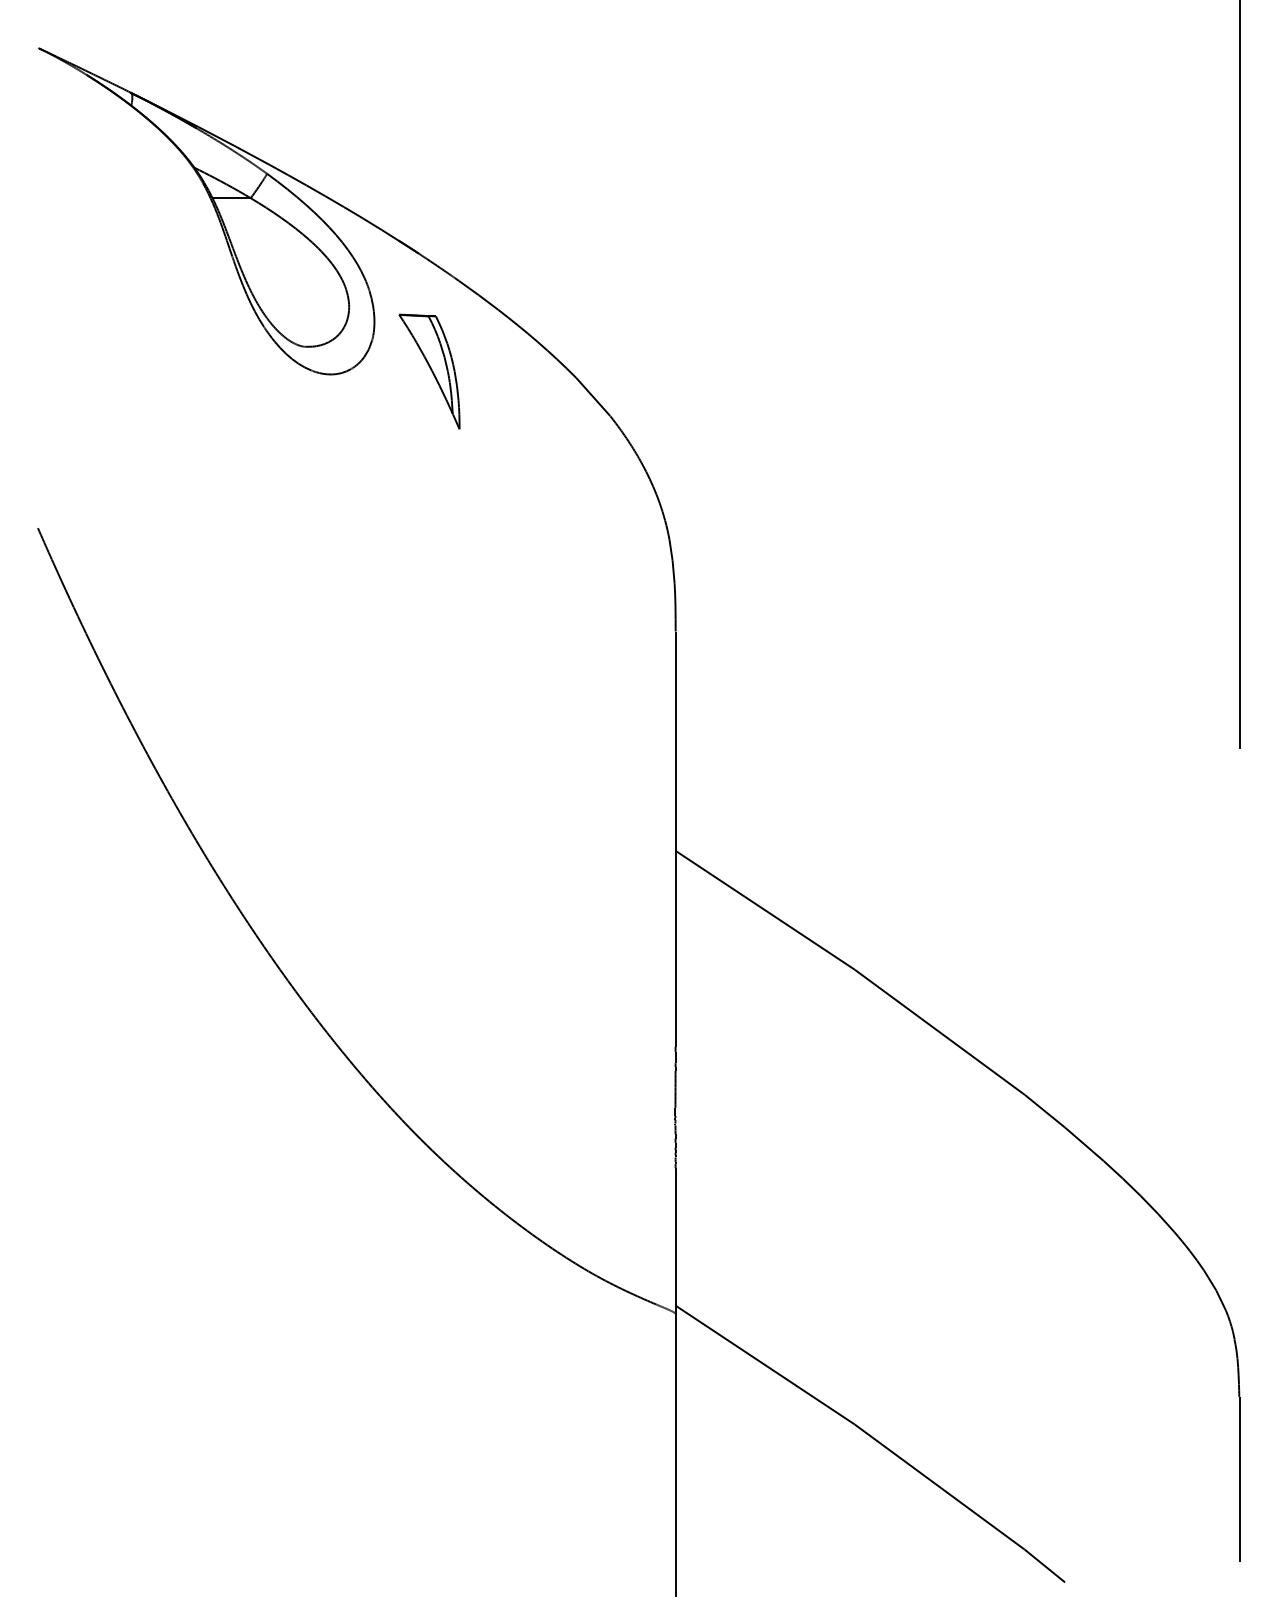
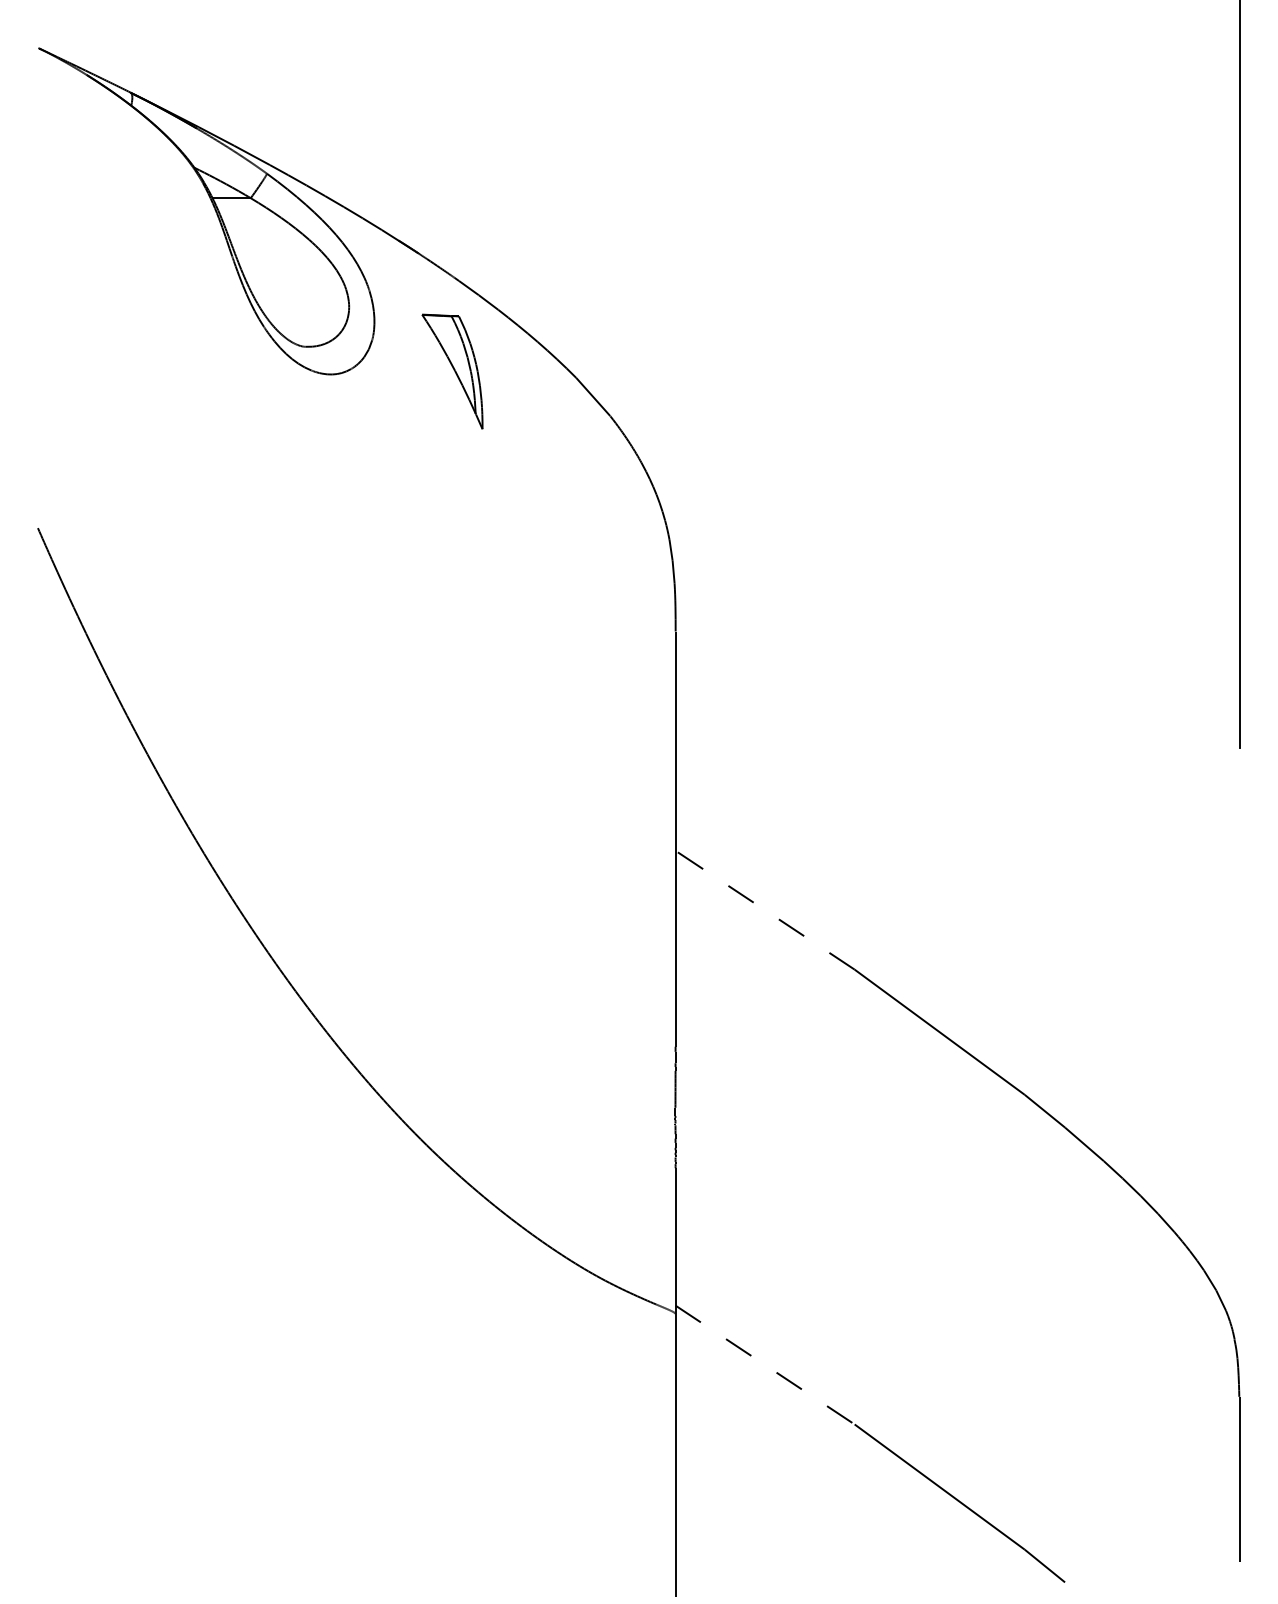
part at (429, 371) position: (429, 371) -> (452, 371)
line at (764, 909): solid -> dashed
line at (765, 1365): solid -> dashed
